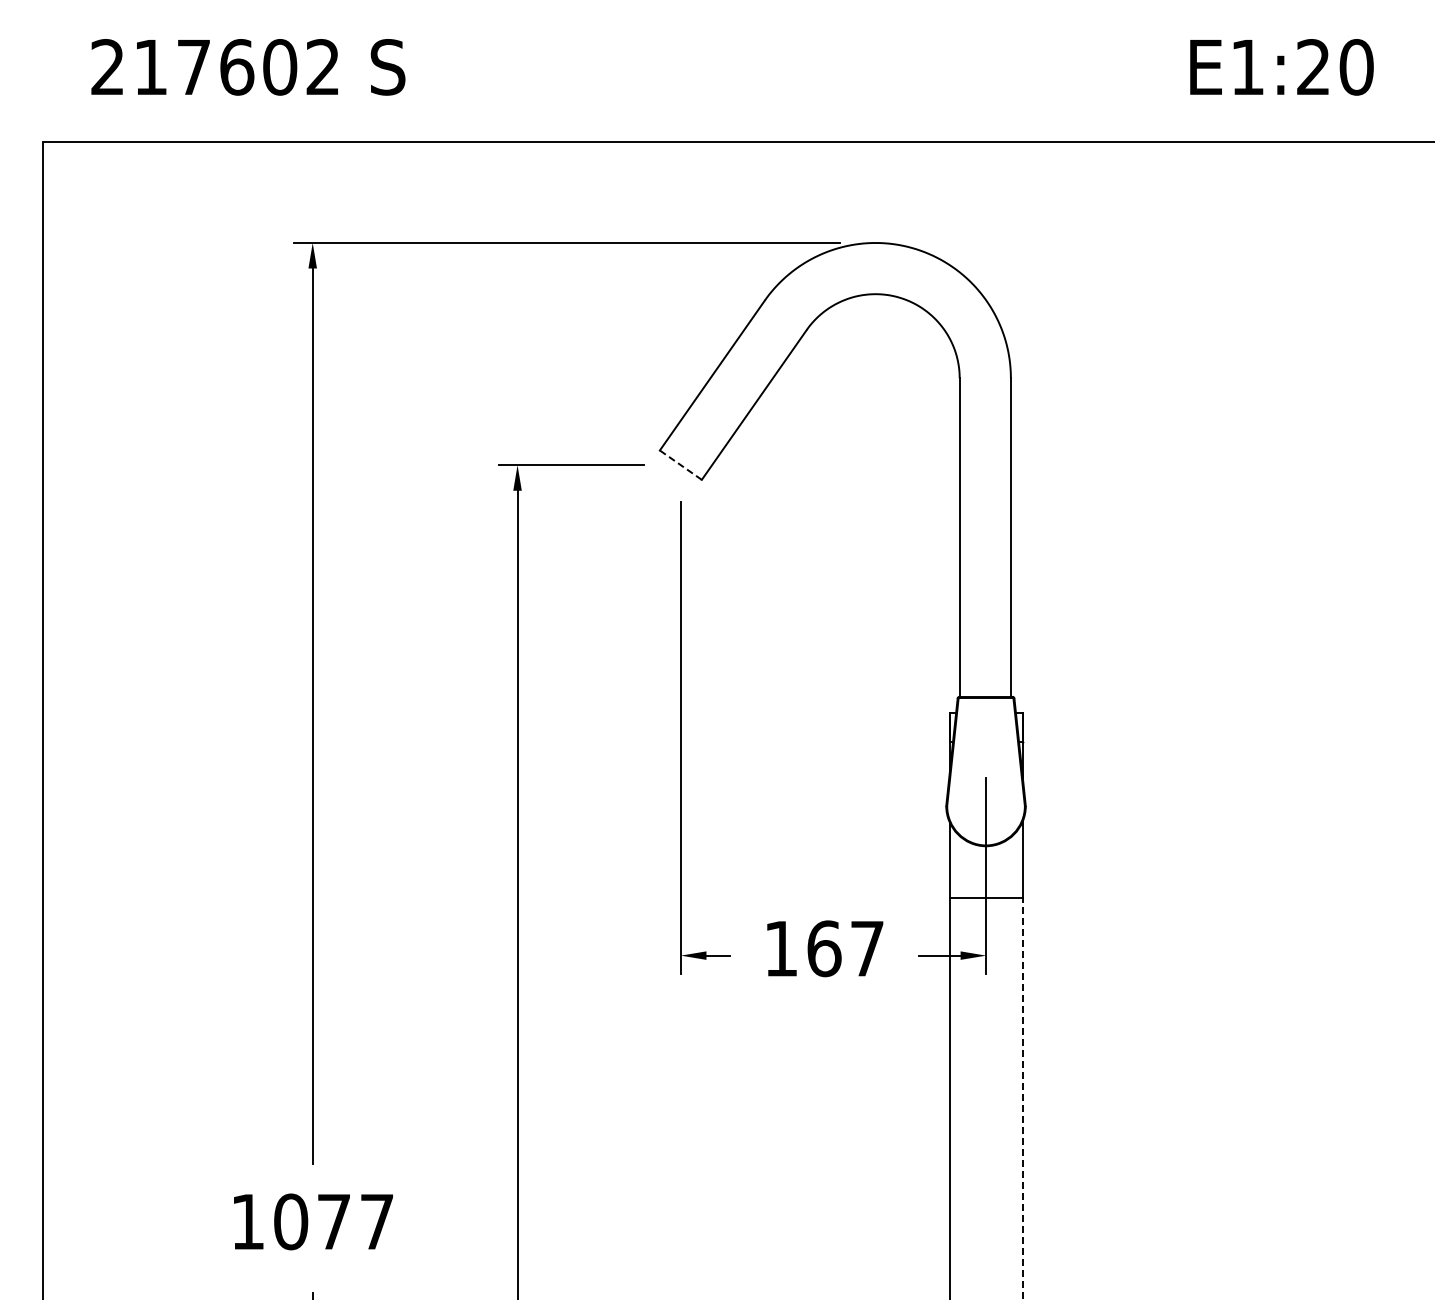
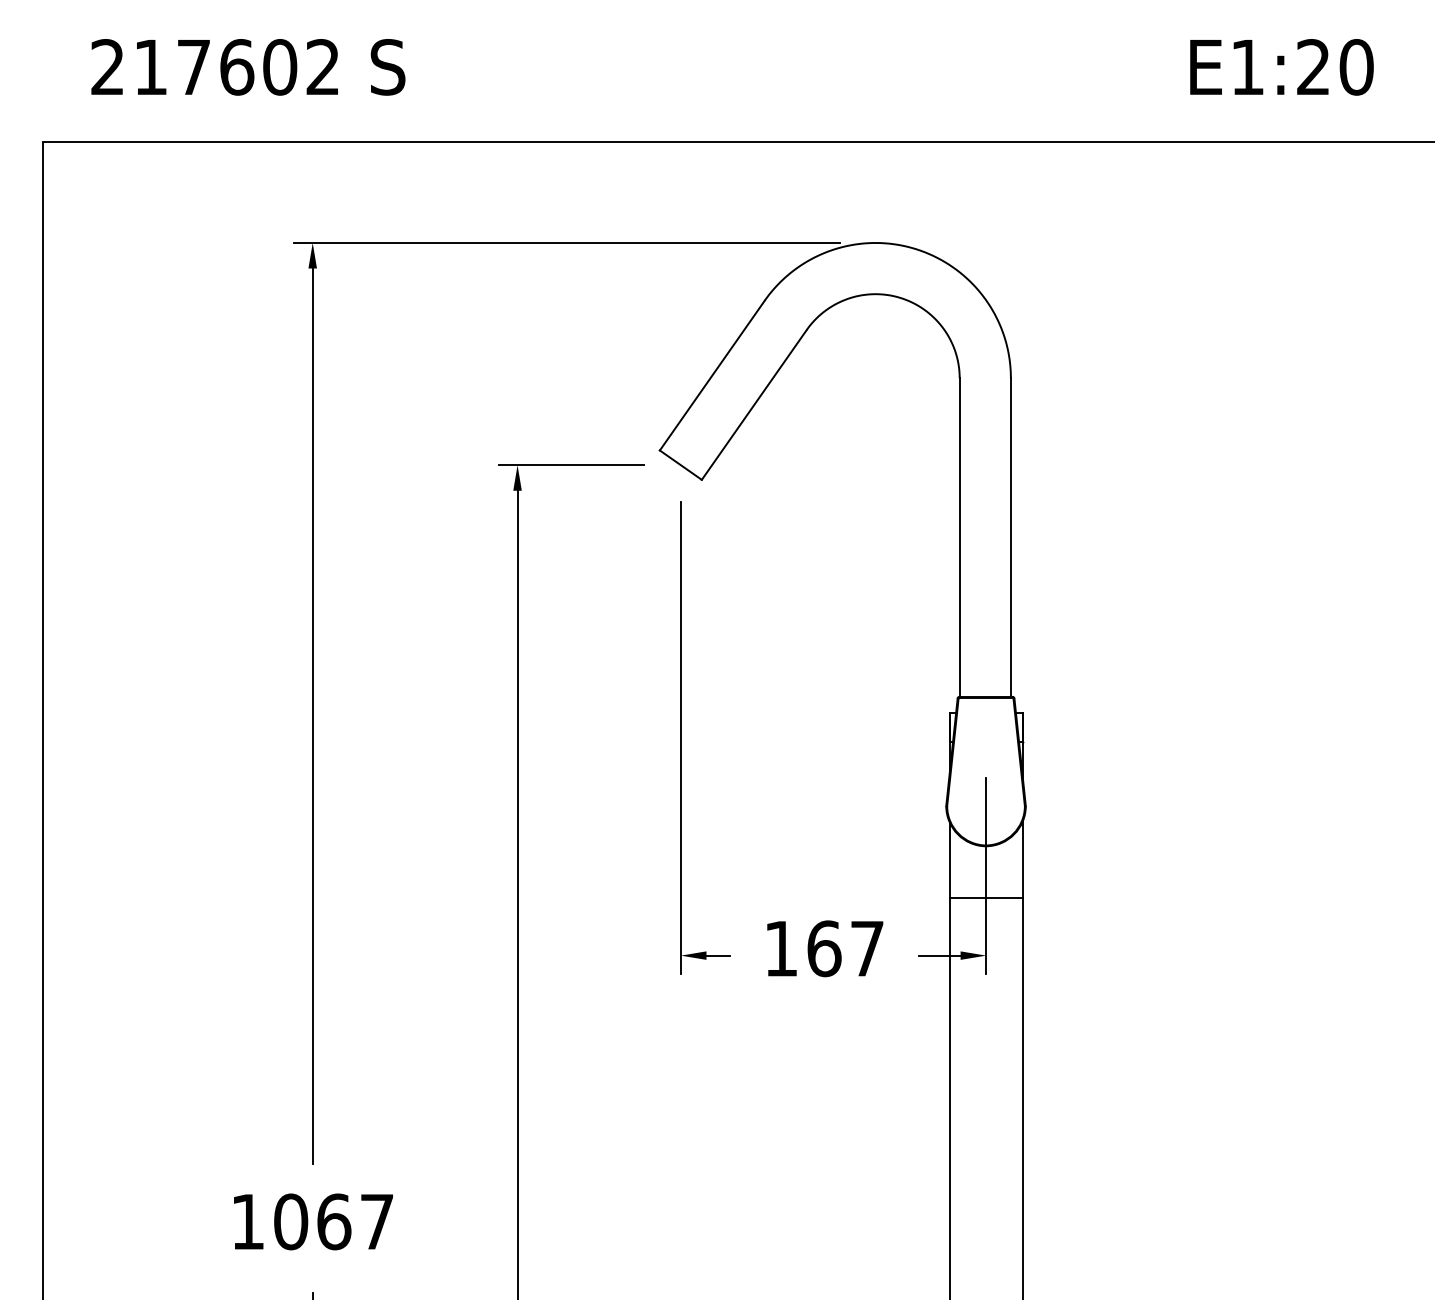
line at (680, 465): dashed -> solid
line at (1022, 1098): dashed -> solid
text at (334, 1221): 1077 -> 1067
